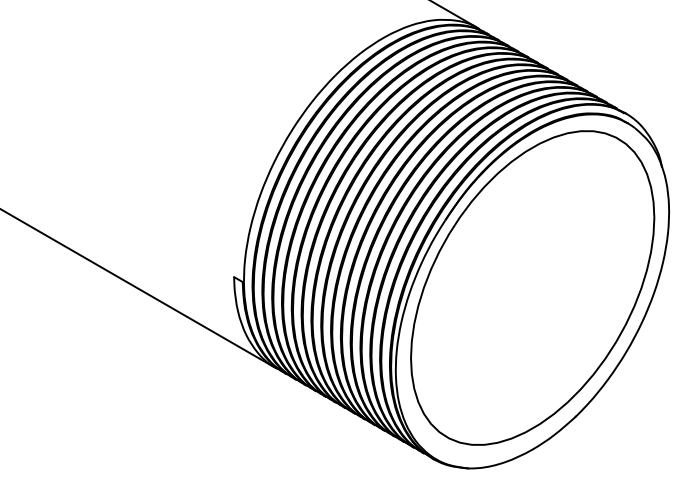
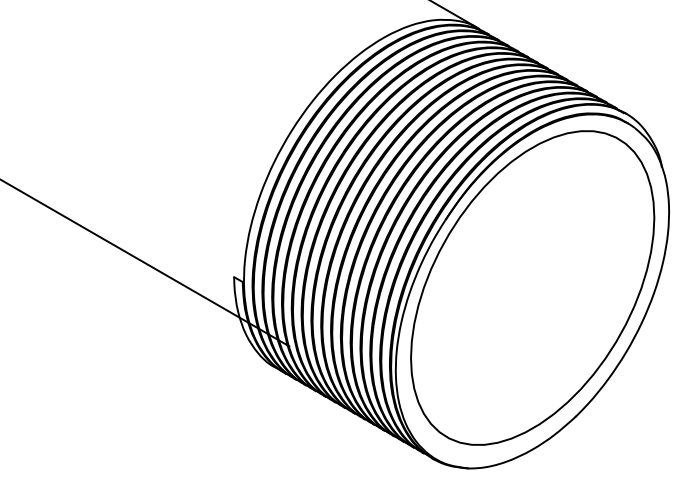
line at (139, 289) position: (139, 289) -> (145, 263)
